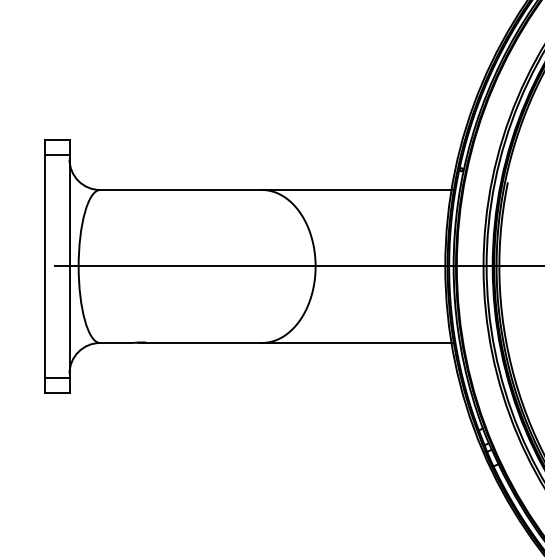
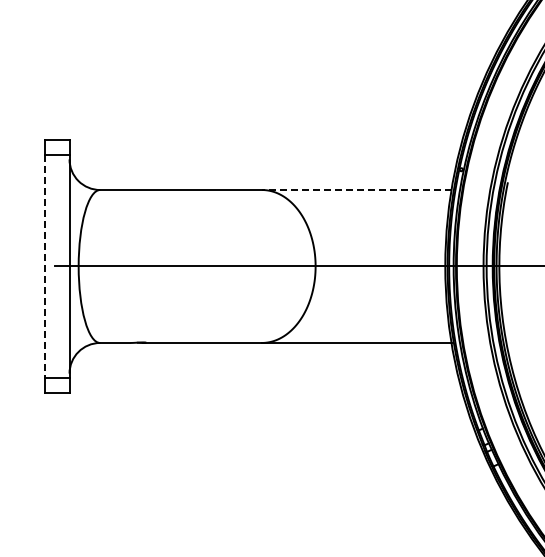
line at (356, 189): solid -> dashed
line at (45, 266): solid -> dashed
